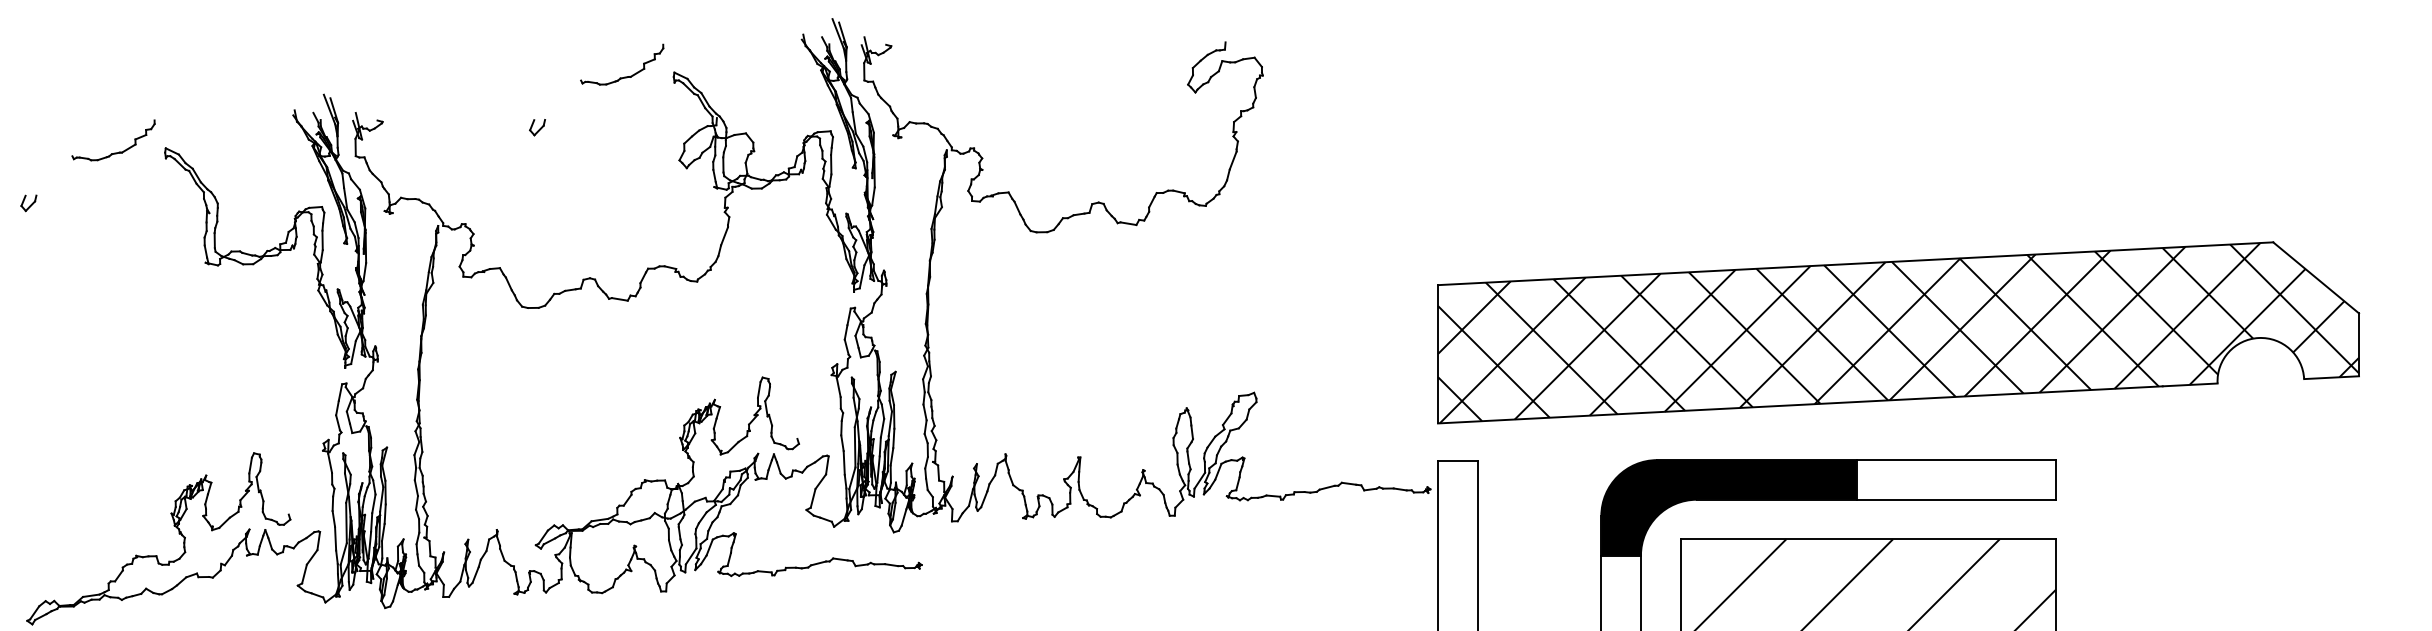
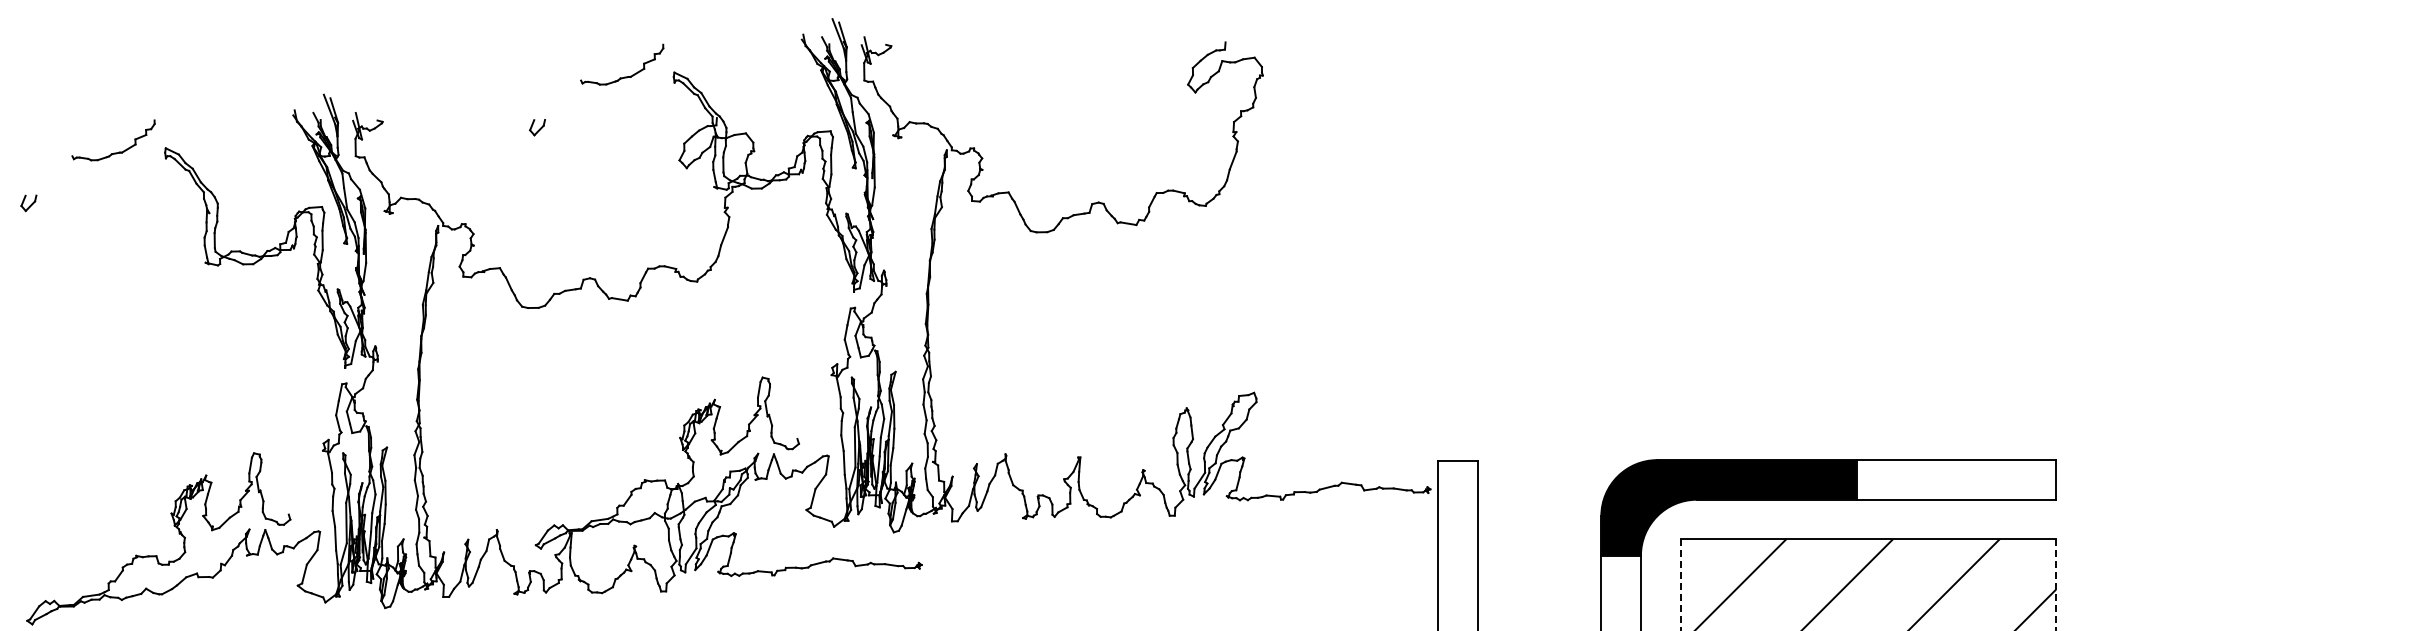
part at (1898, 332): present -> none
line at (2056, 584): solid -> dashed
line at (1680, 585): solid -> dashed
